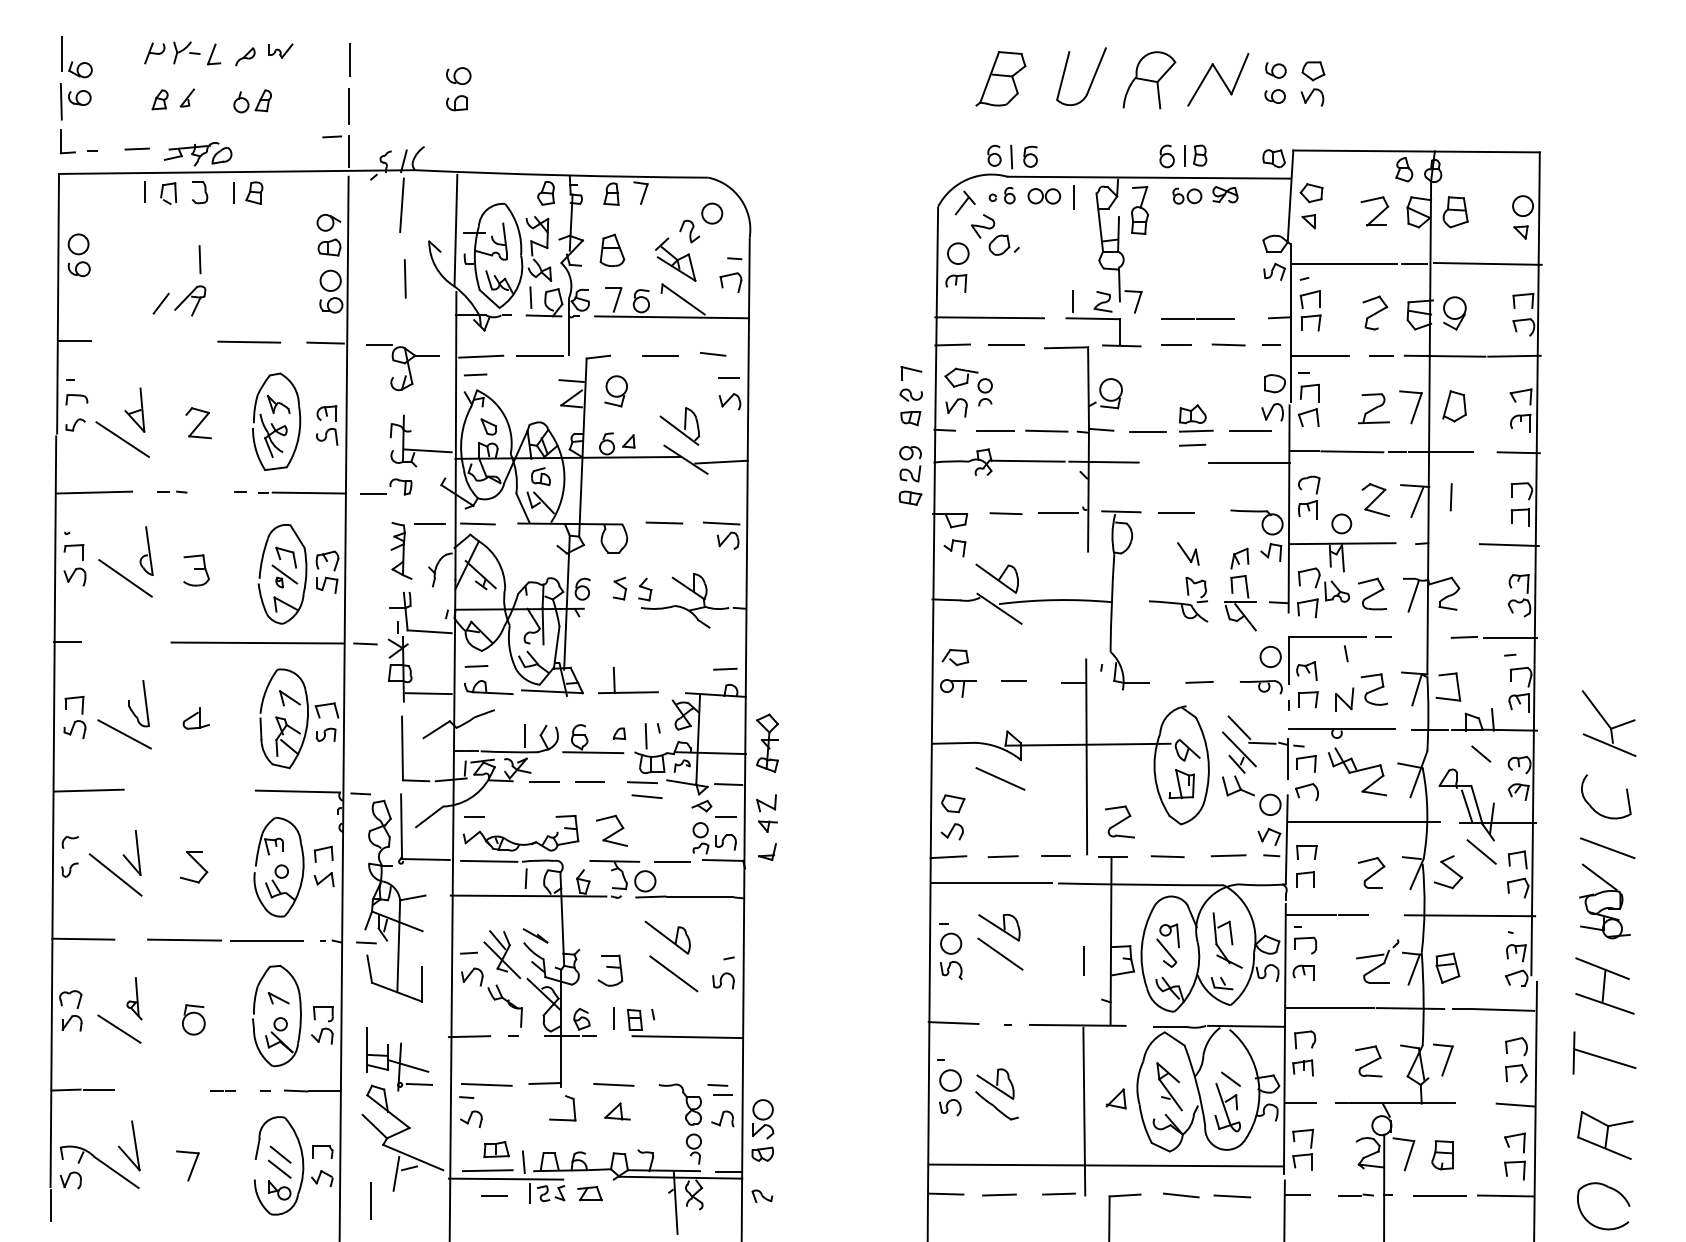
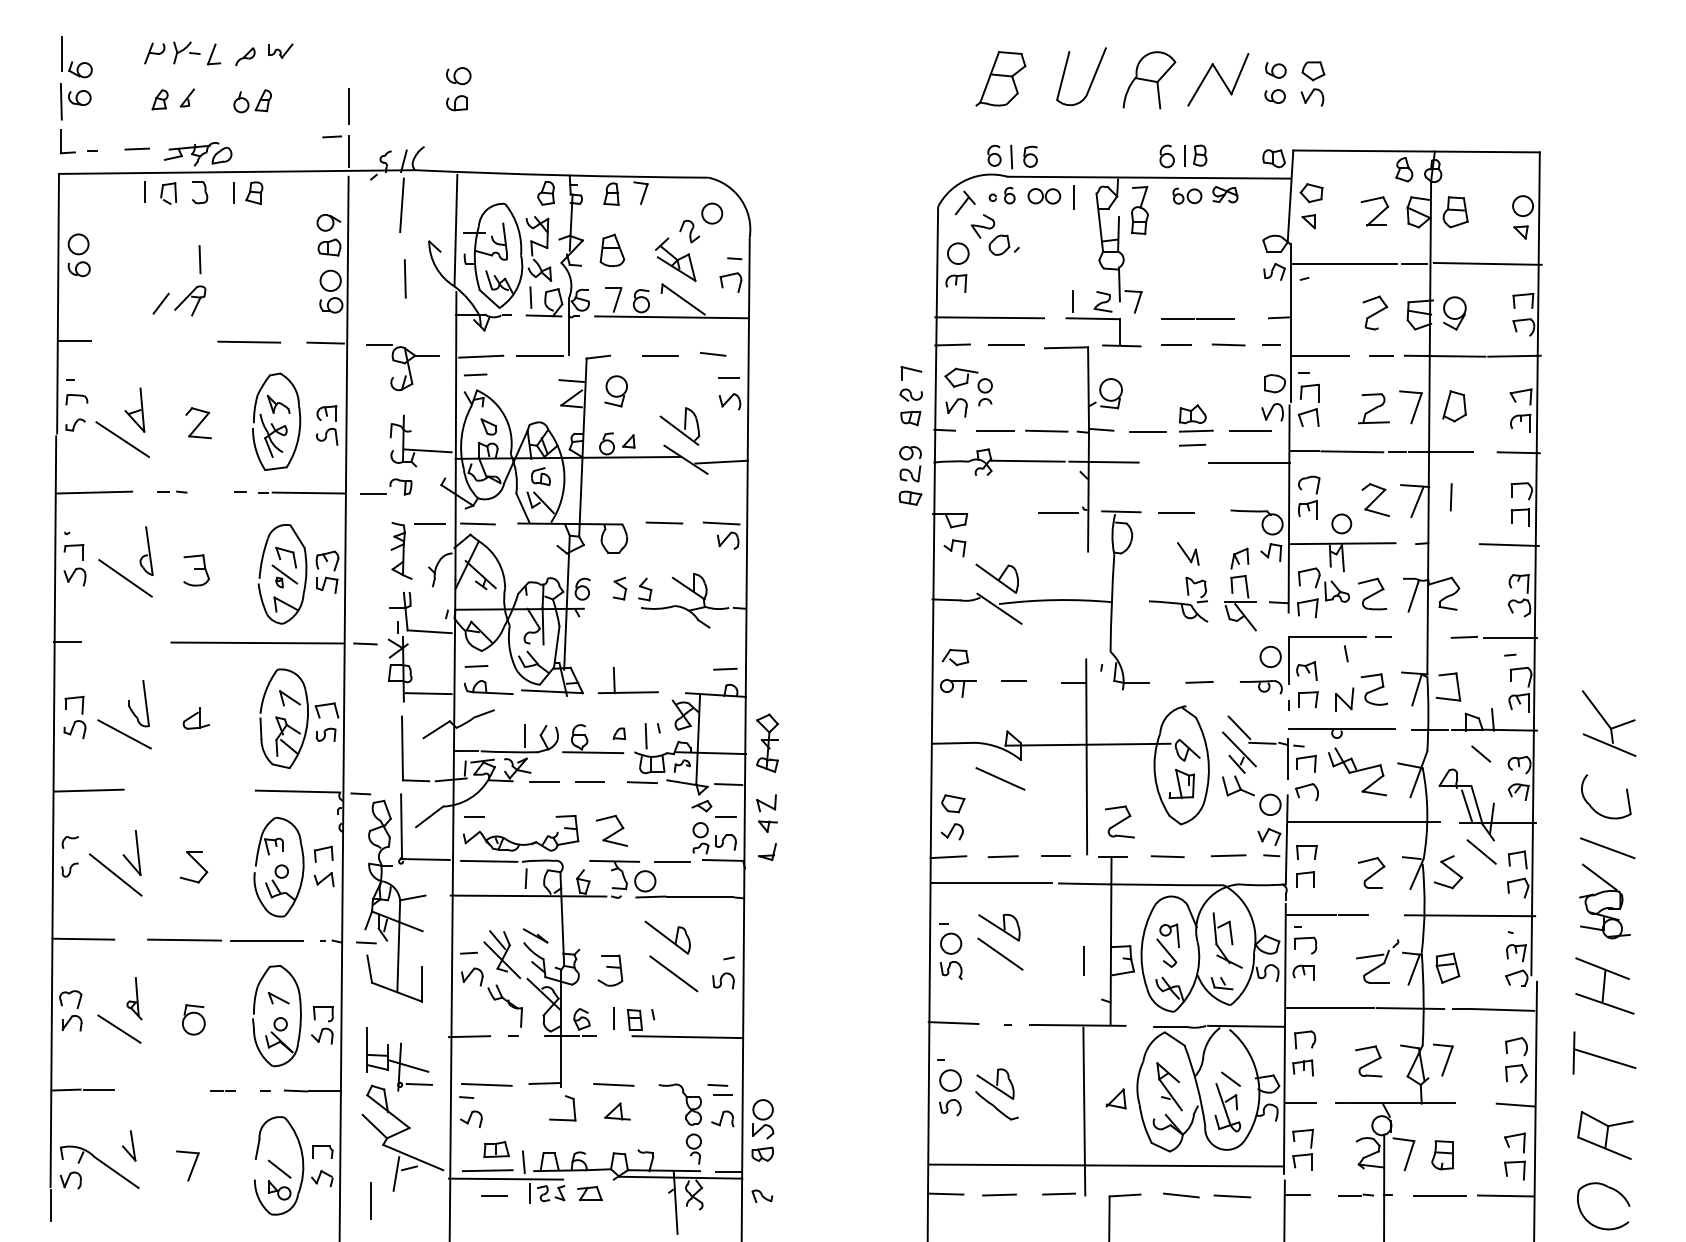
line at (349, 59): present -> none
part at (1310, 310): present -> none
line at (1005, 513): present -> none
line at (646, 796): present -> none
part at (128, 1145) size: 24x52 px -> 16x32 px
line at (280, 1154): present -> none
